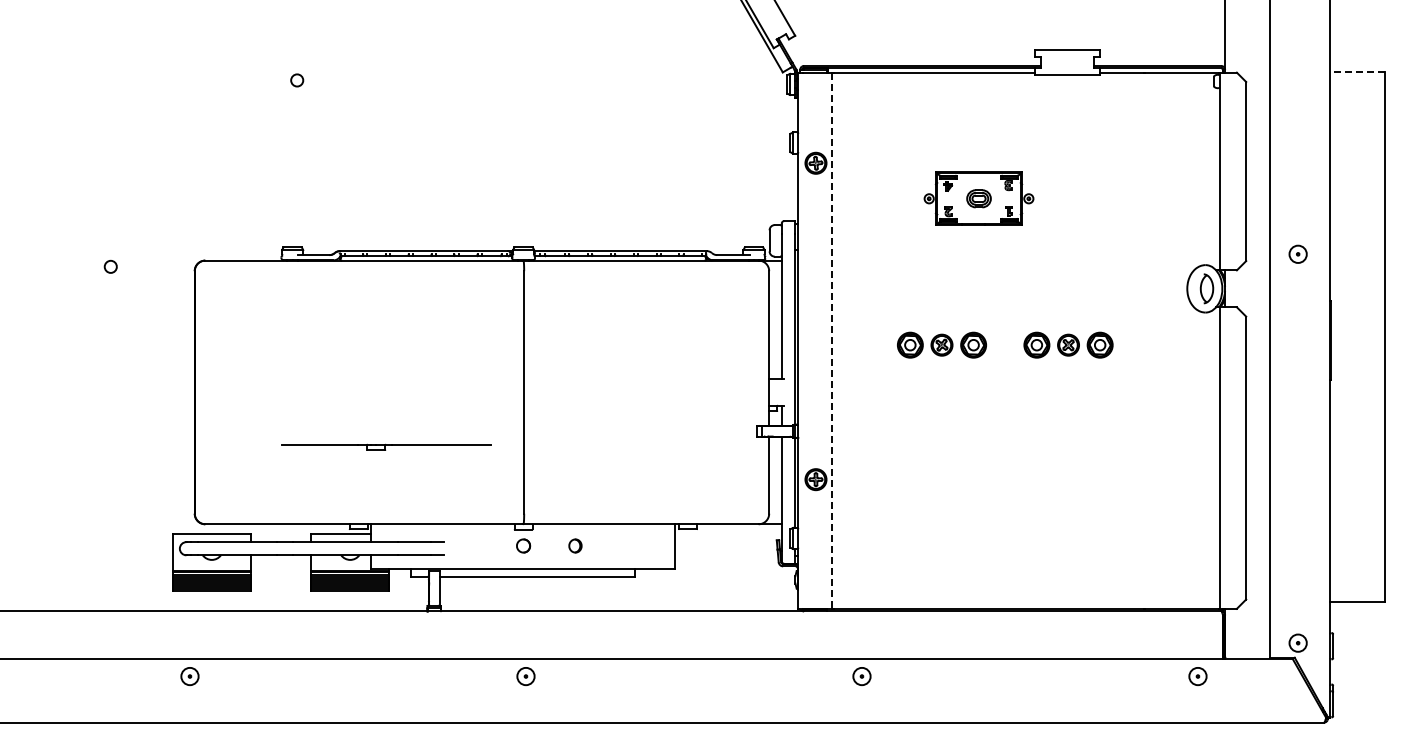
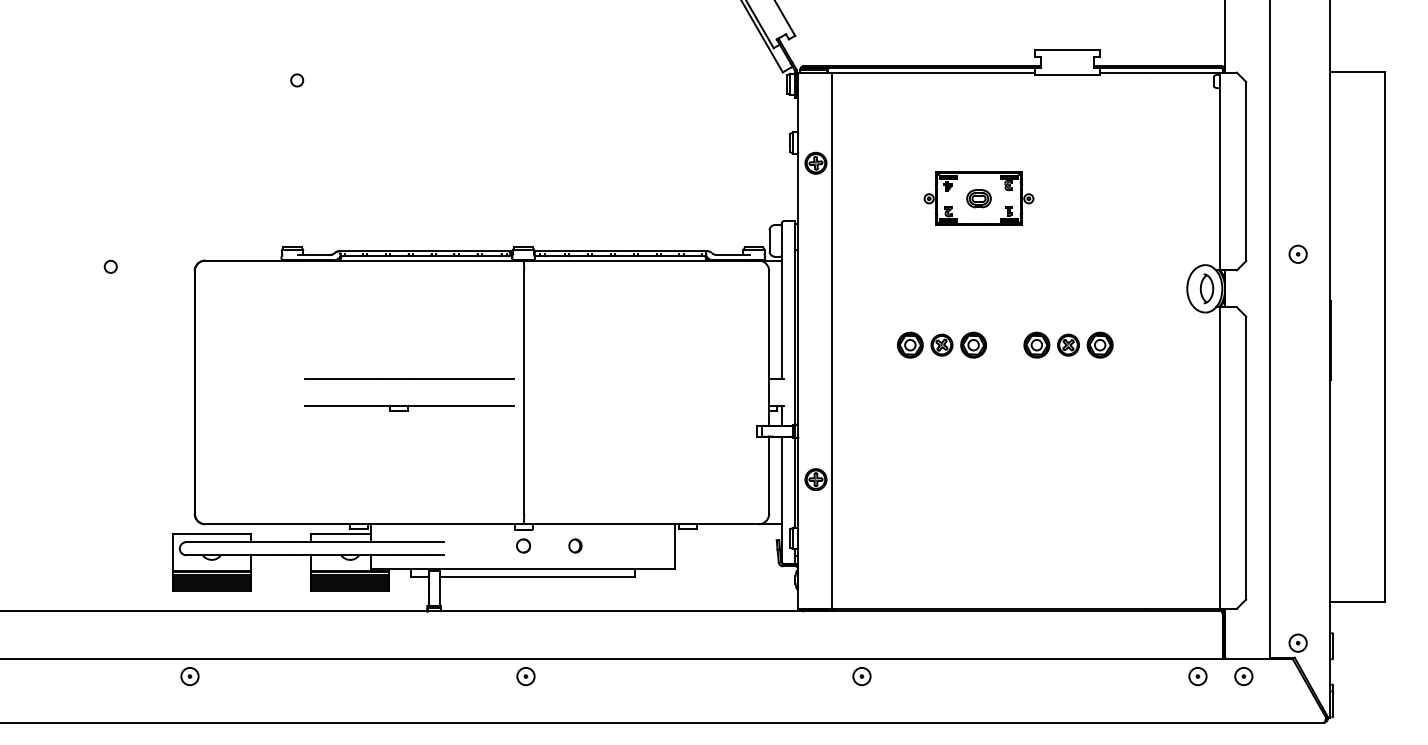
line at (1357, 72): dashed -> solid
line at (831, 341): dashed -> solid
line at (409, 378): none -> present
part at (386, 446) position: (386, 446) -> (409, 407)
part at (1243, 676): none -> present
